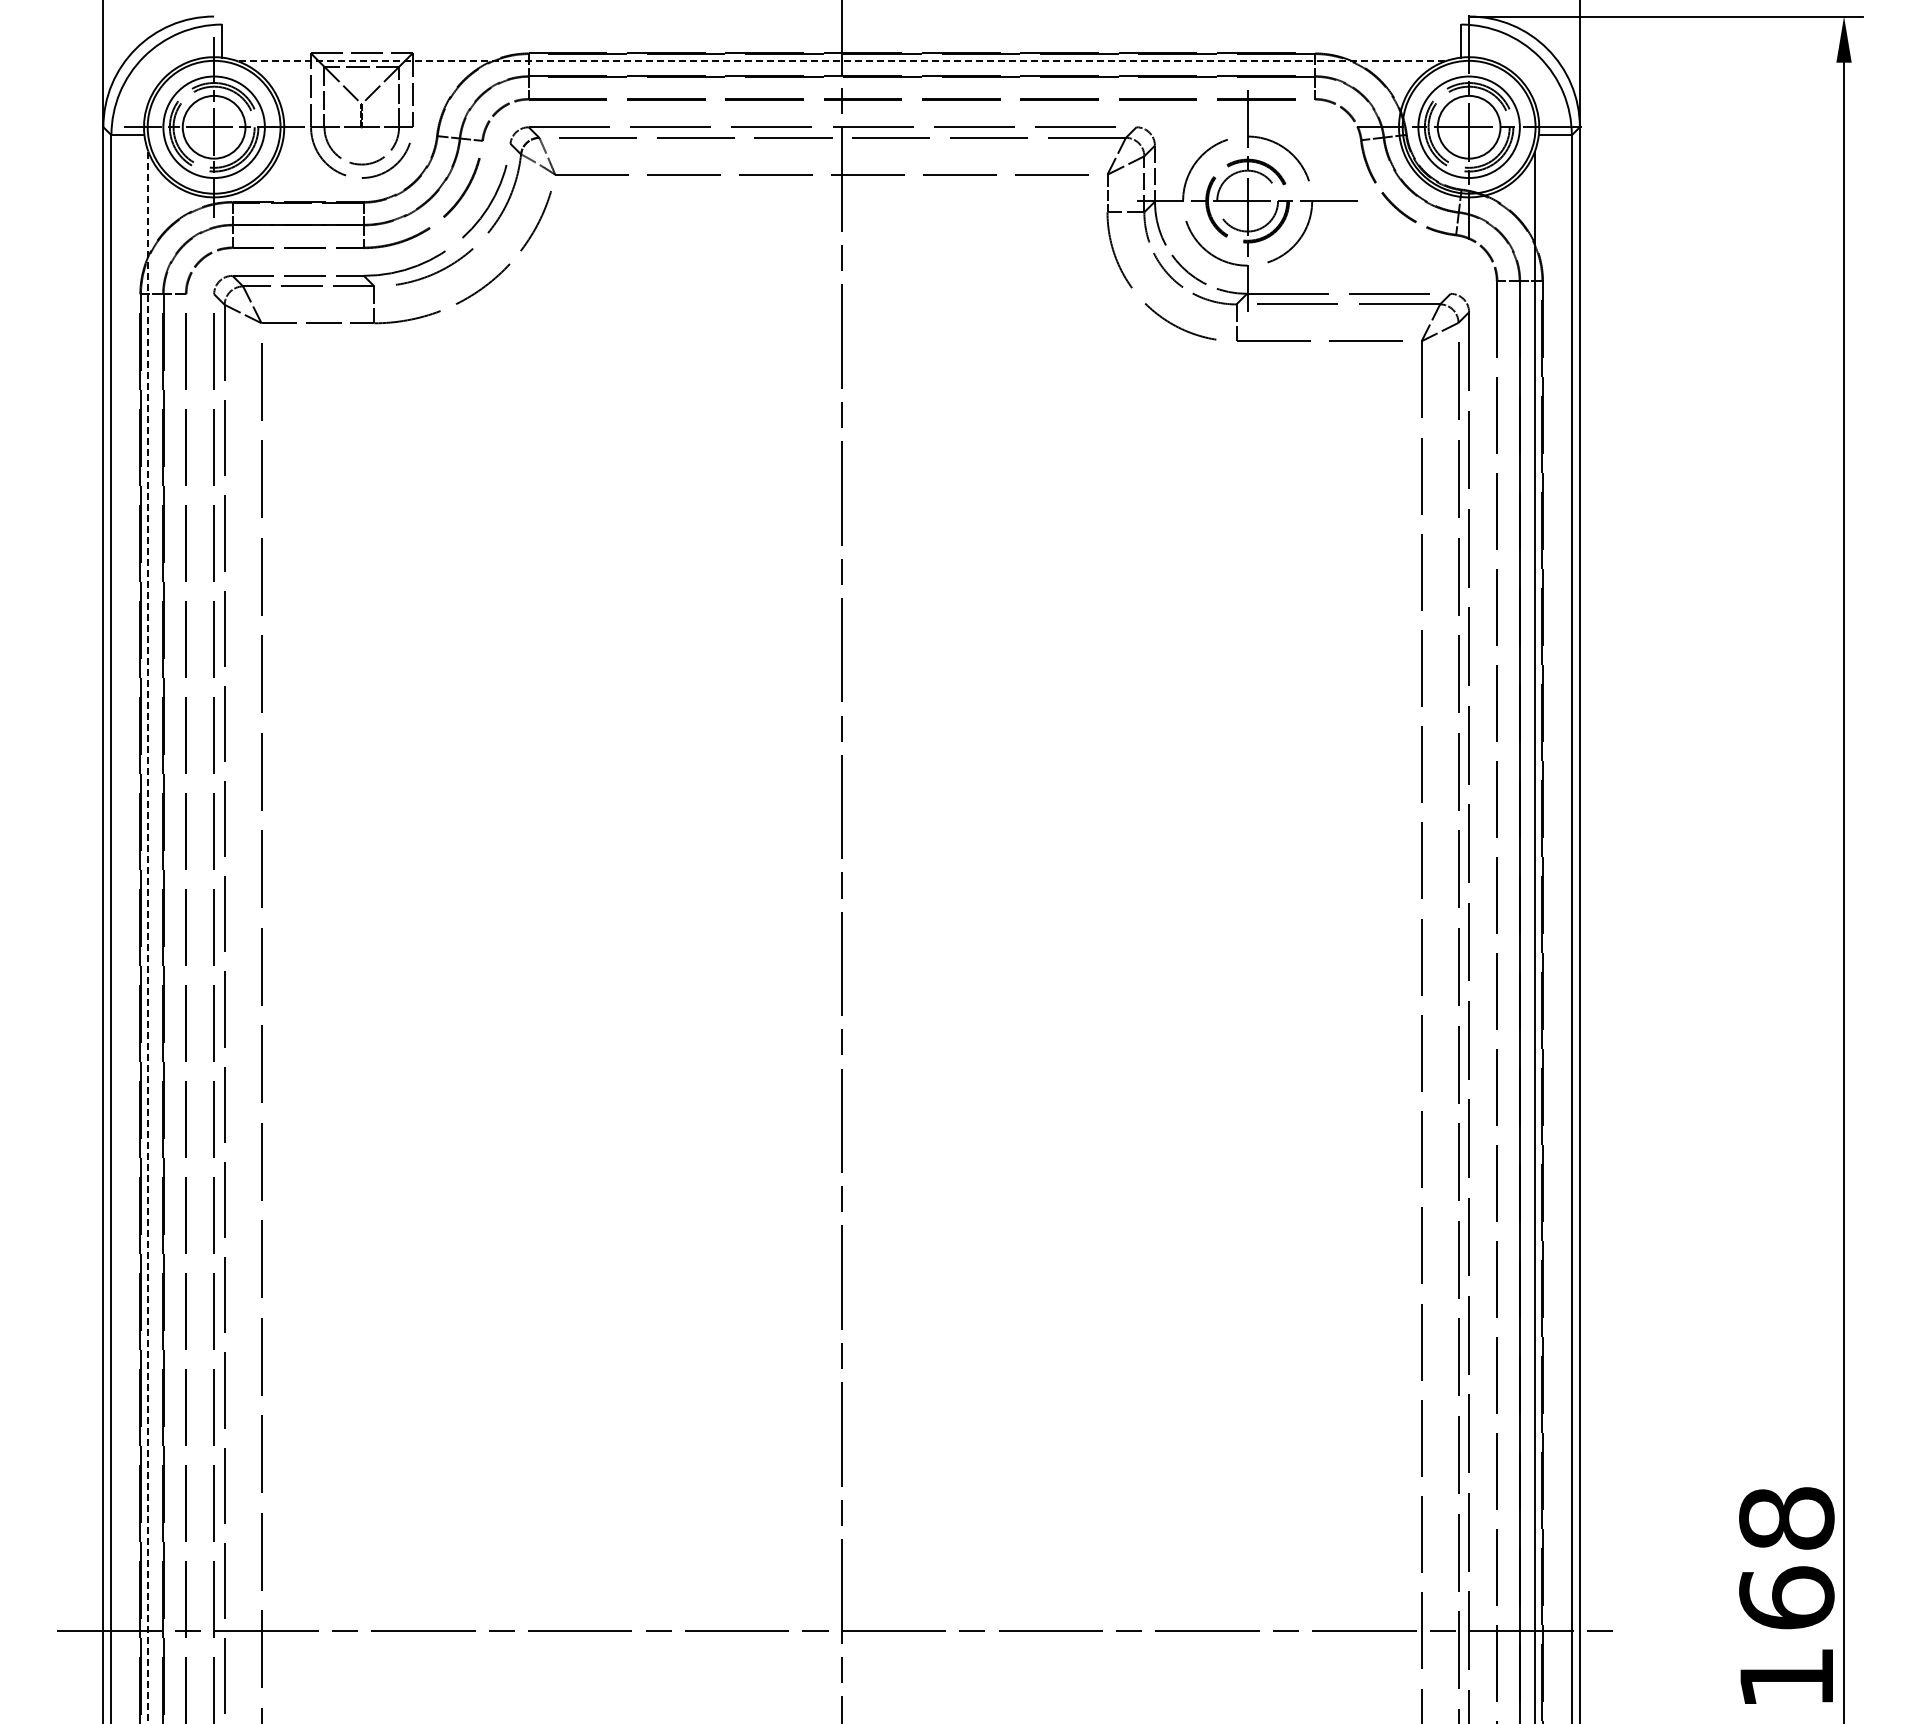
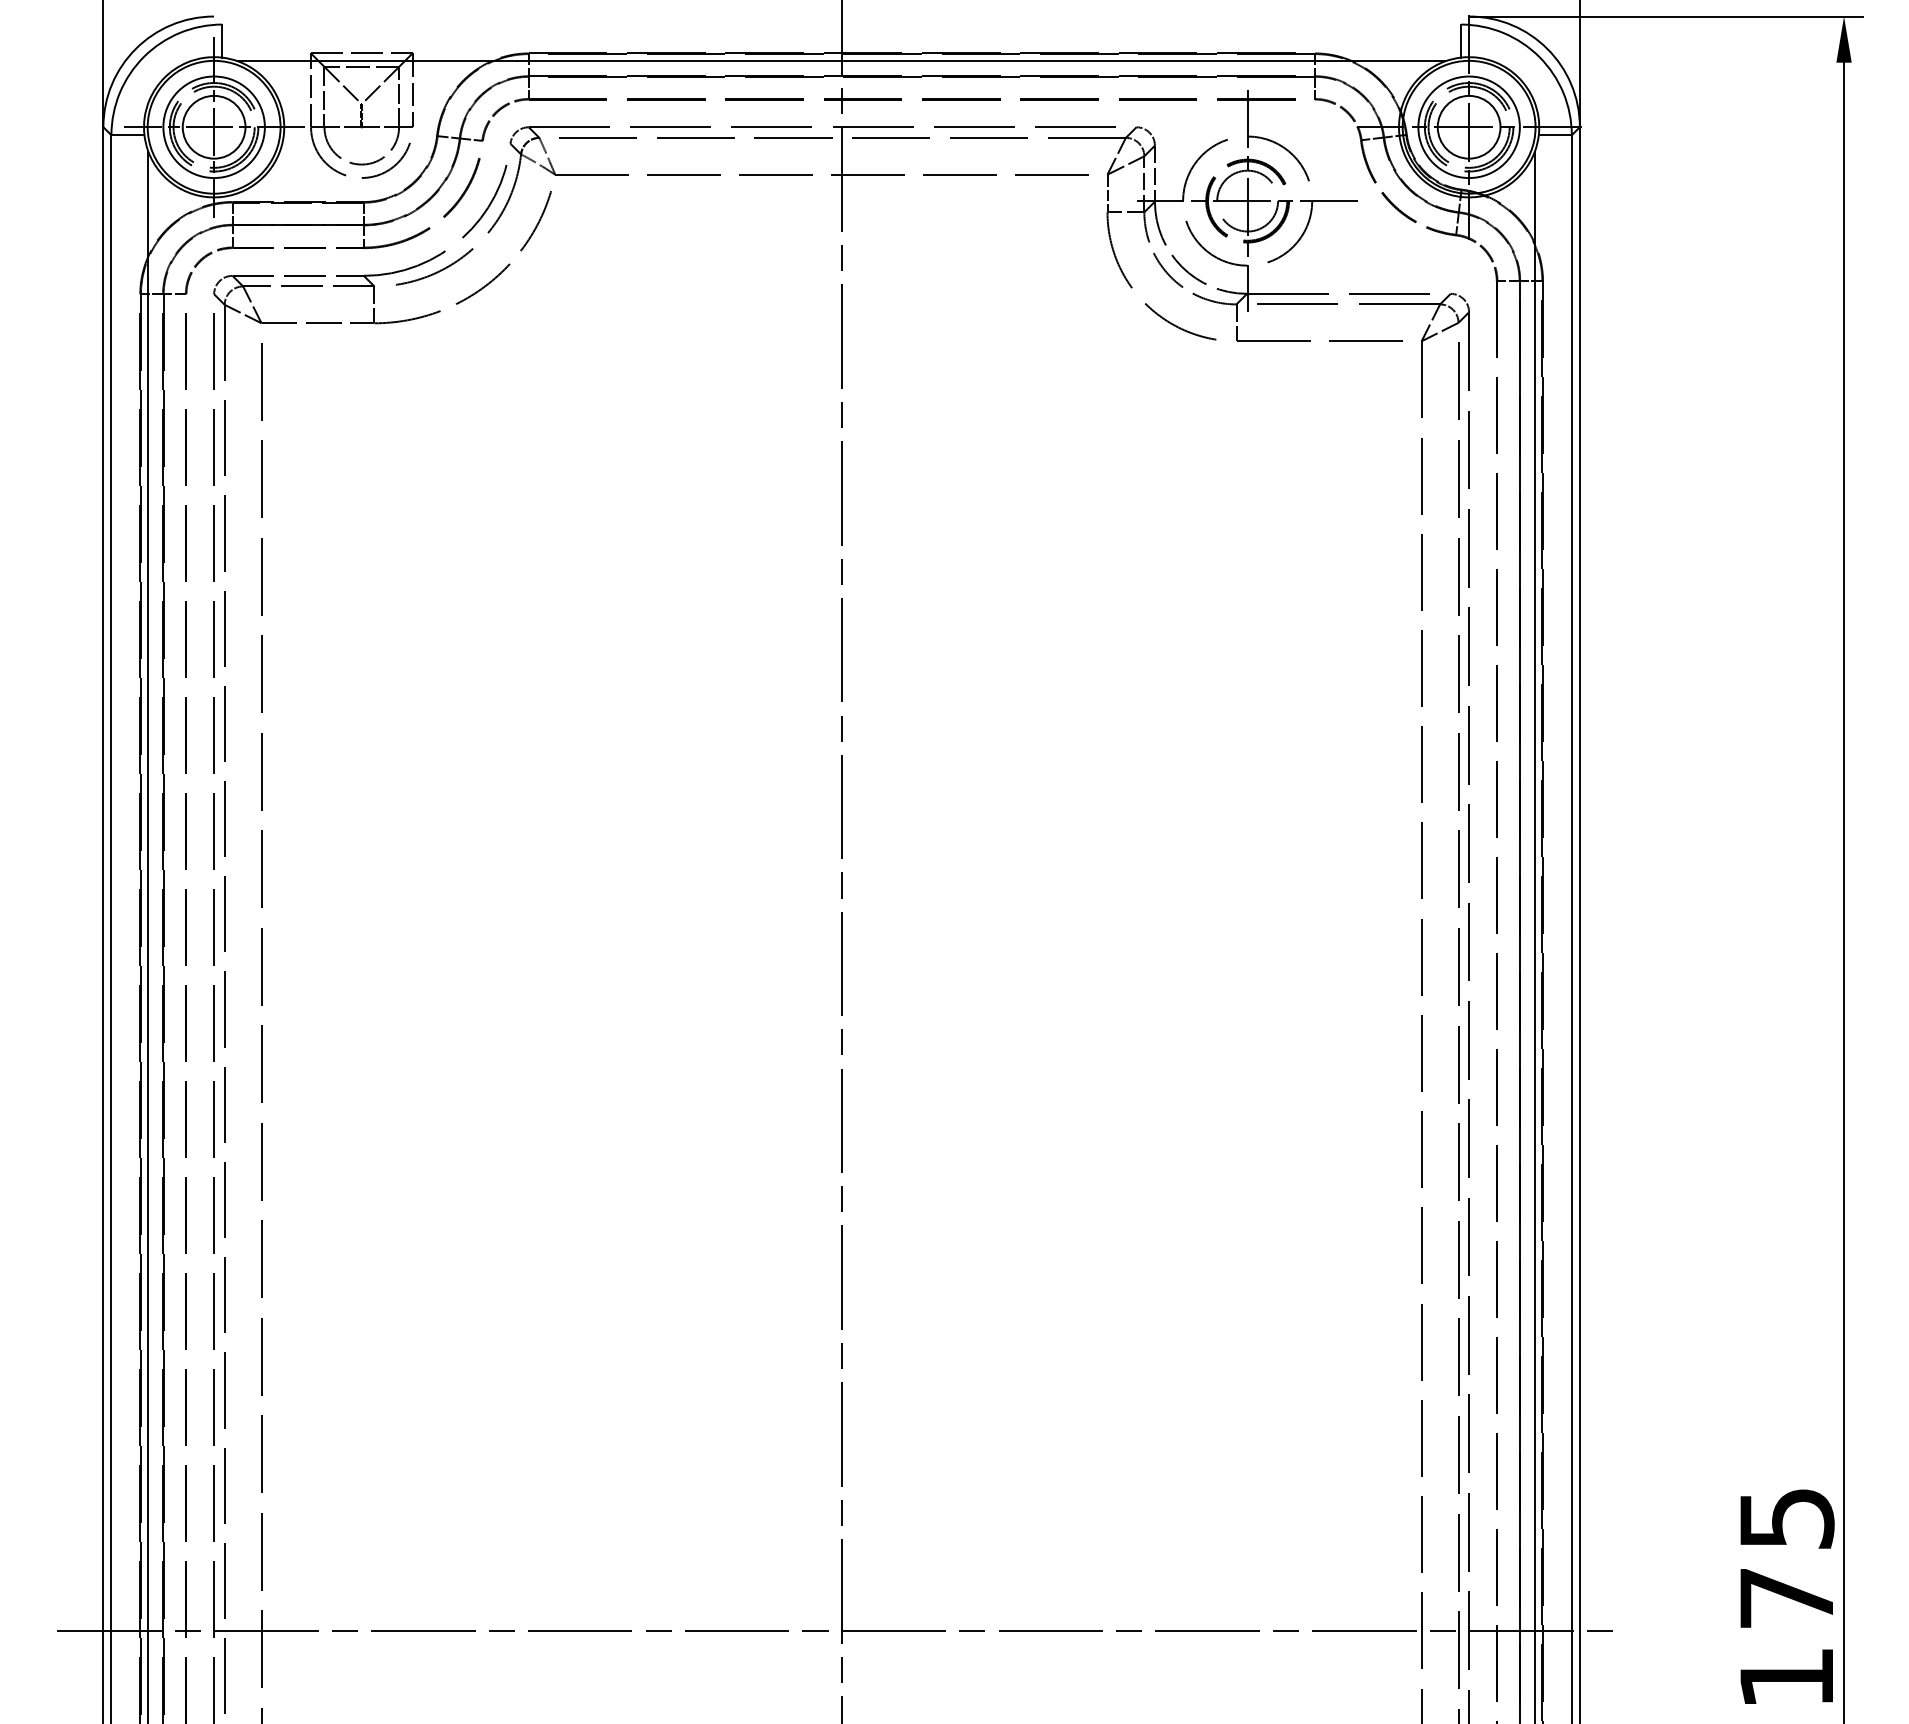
line at (841, 61): dashed -> solid
line at (148, 937): dashed -> solid
text at (1786, 1558): 168 -> 175
